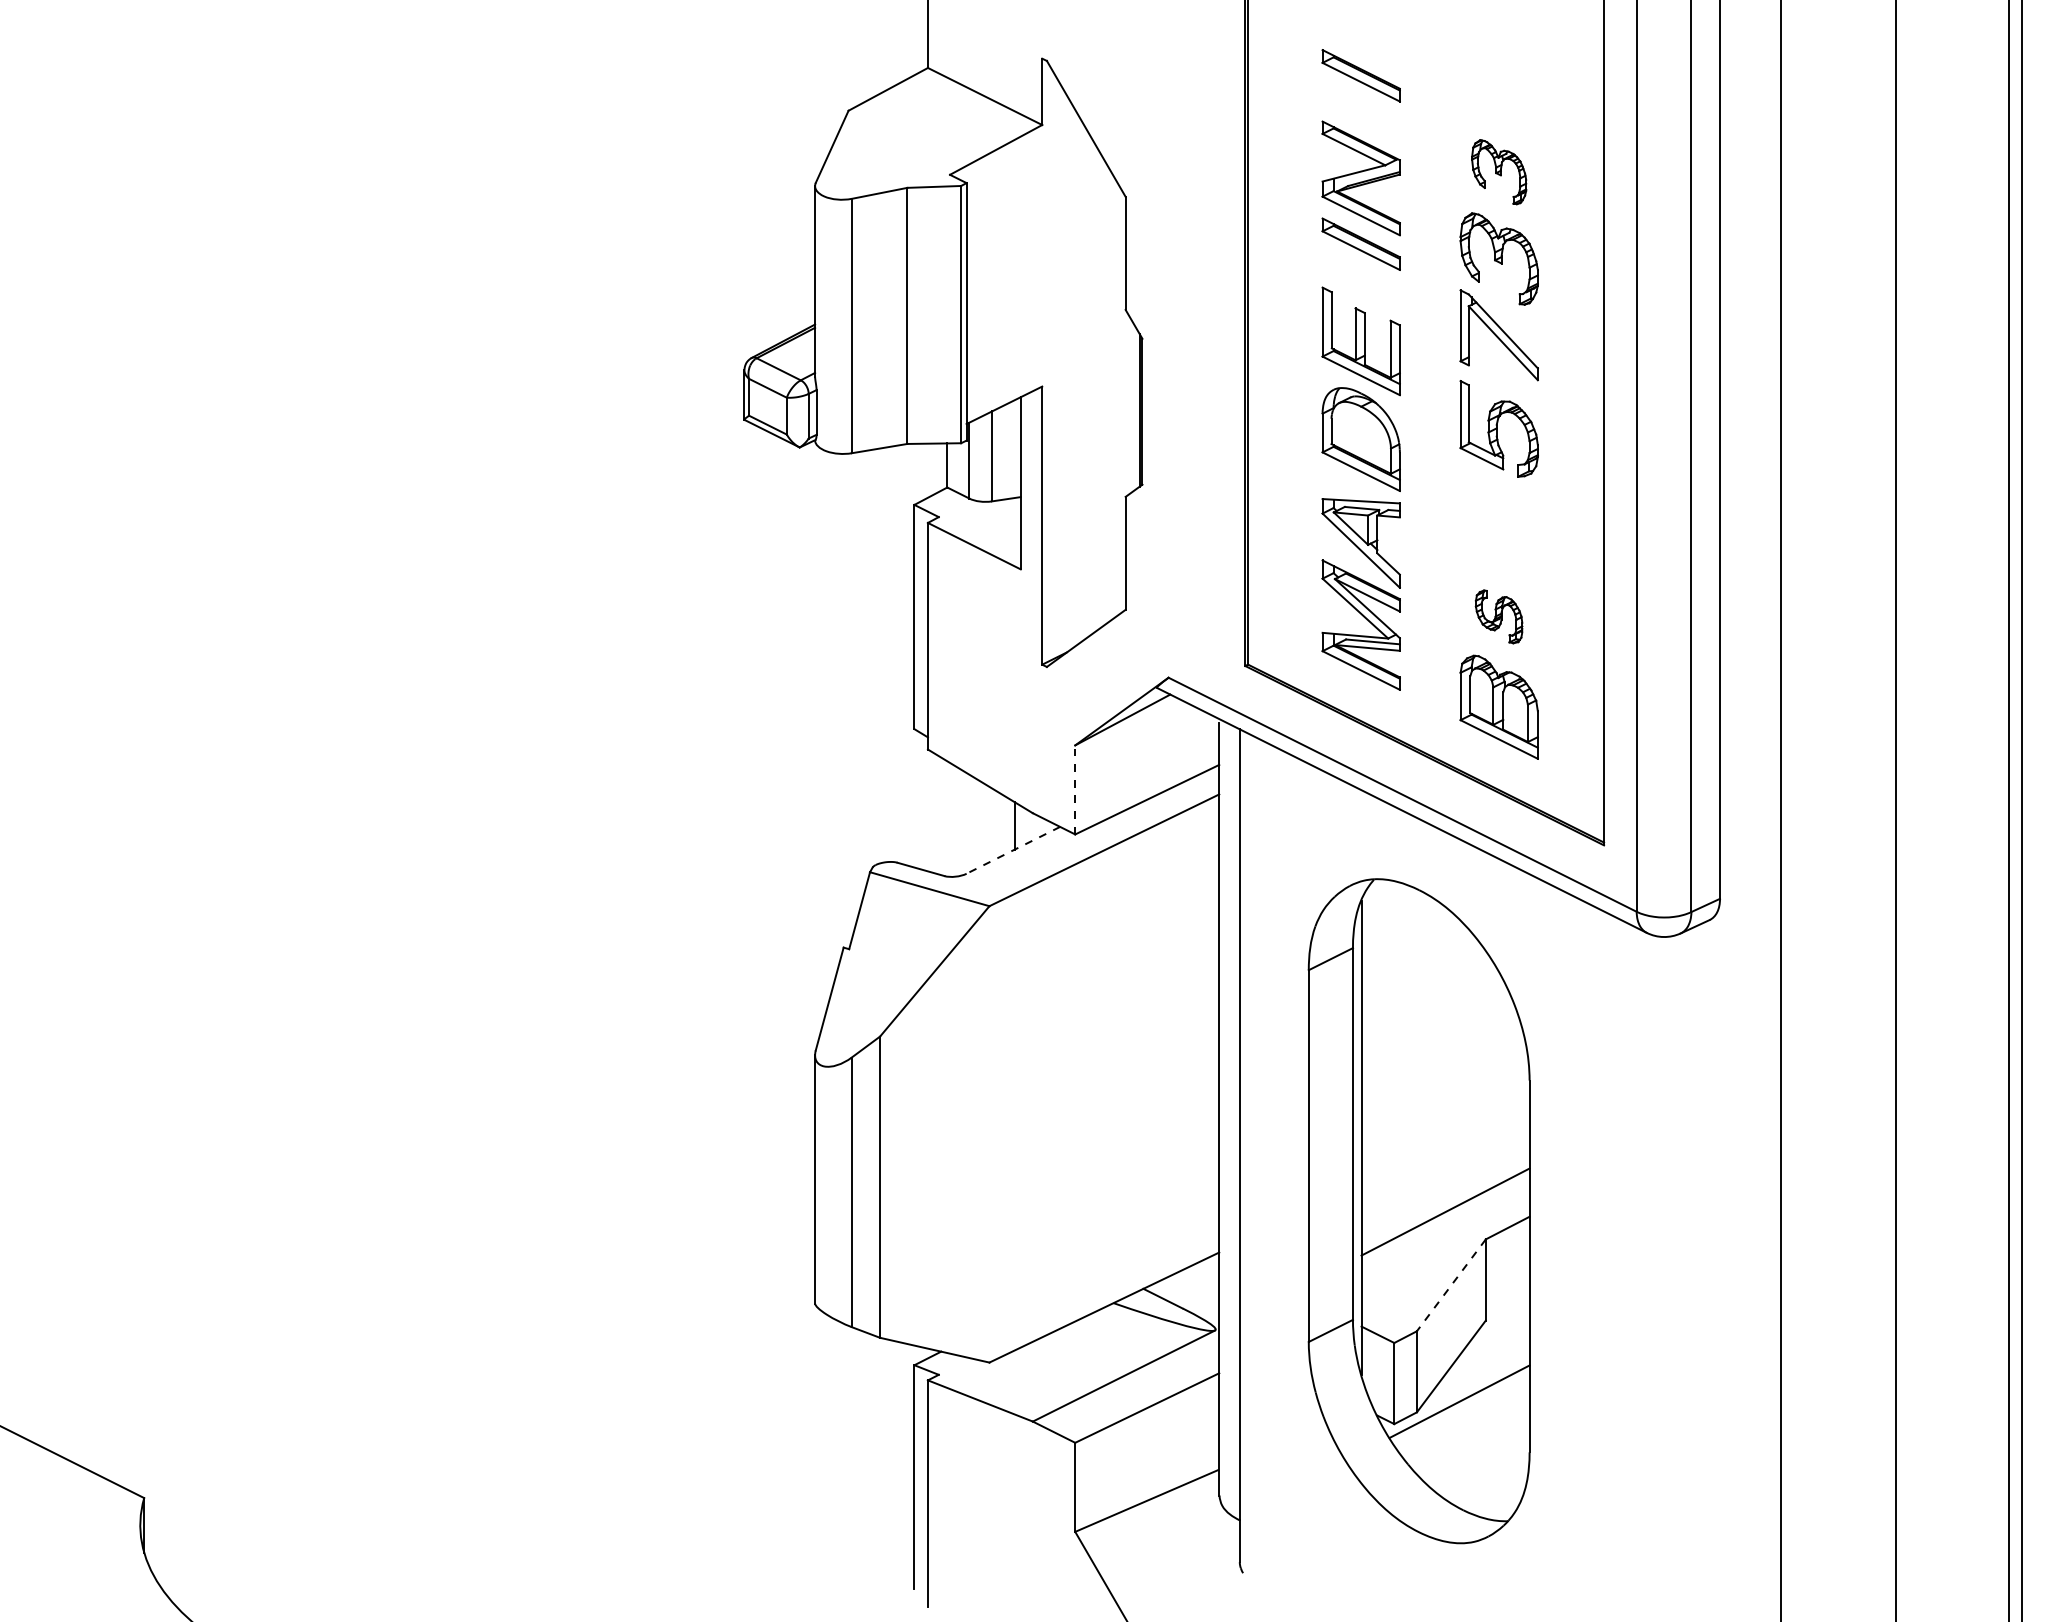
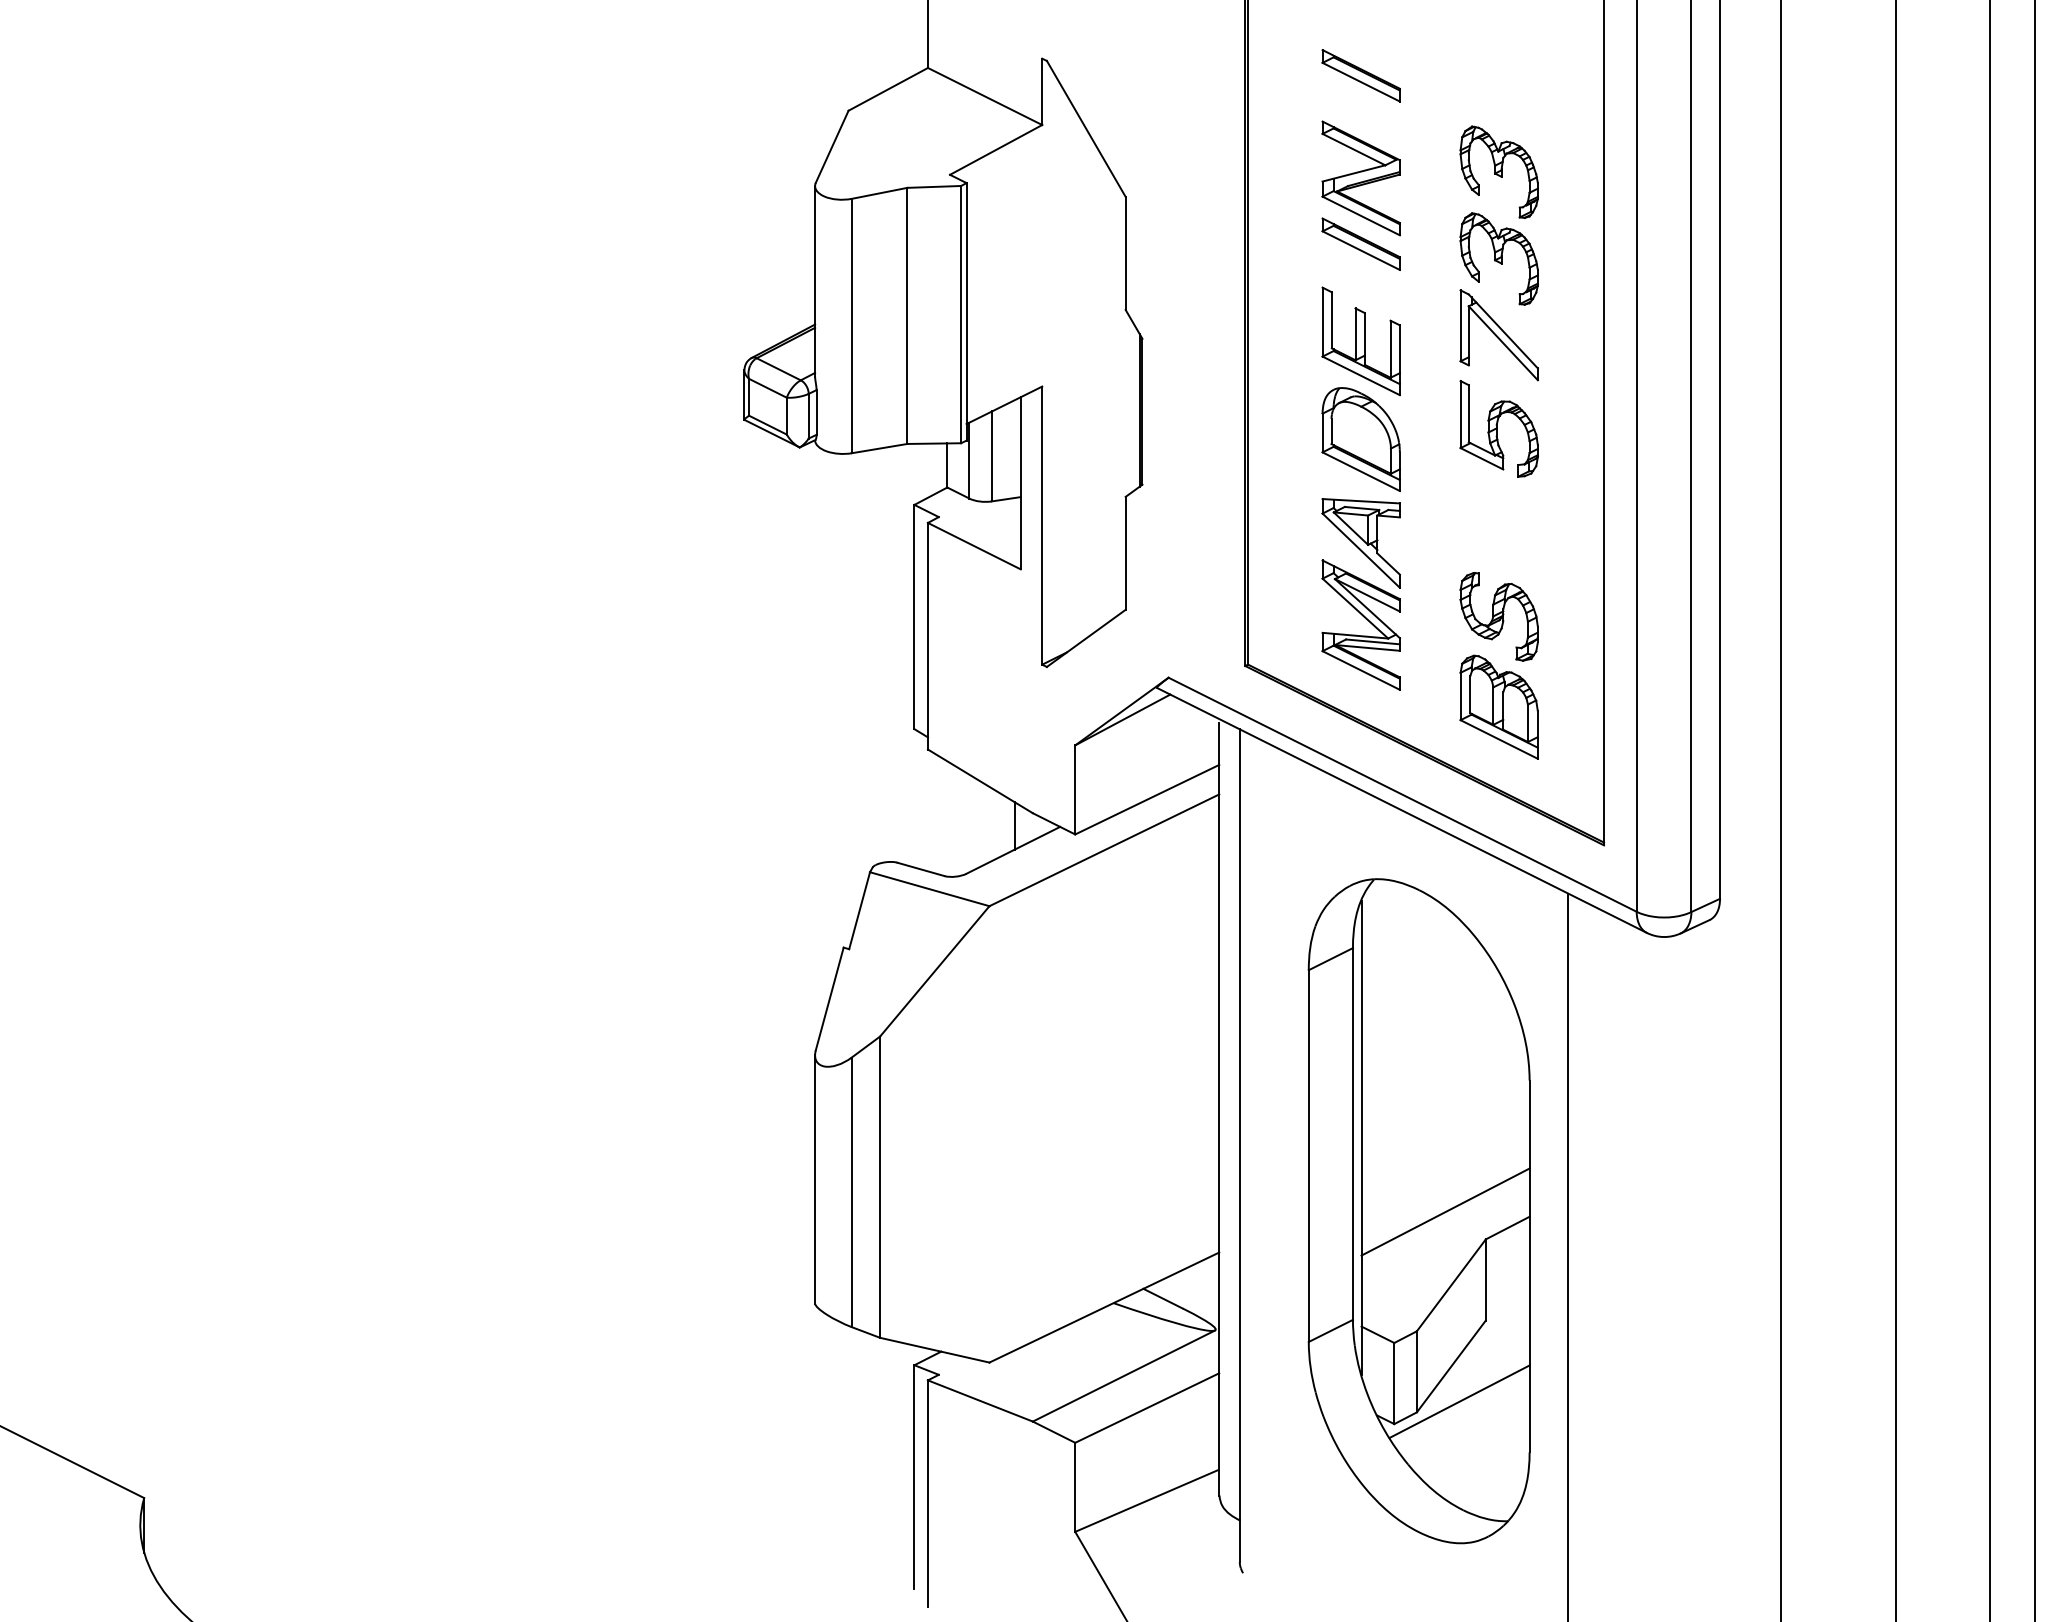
part at (1499, 172) size: 57x67 px -> 80x94 px
part at (1498, 616) size: 50x56 px -> 80x90 px
line at (1075, 789): dashed -> solid
line at (2009, 810) position: (2009, 810) -> (1990, 810)
line at (2021, 810) position: (2021, 810) -> (2034, 810)
line at (1012, 850): dashed -> solid
line at (1568, 1255): none -> present
line at (1451, 1285): dashed -> solid
